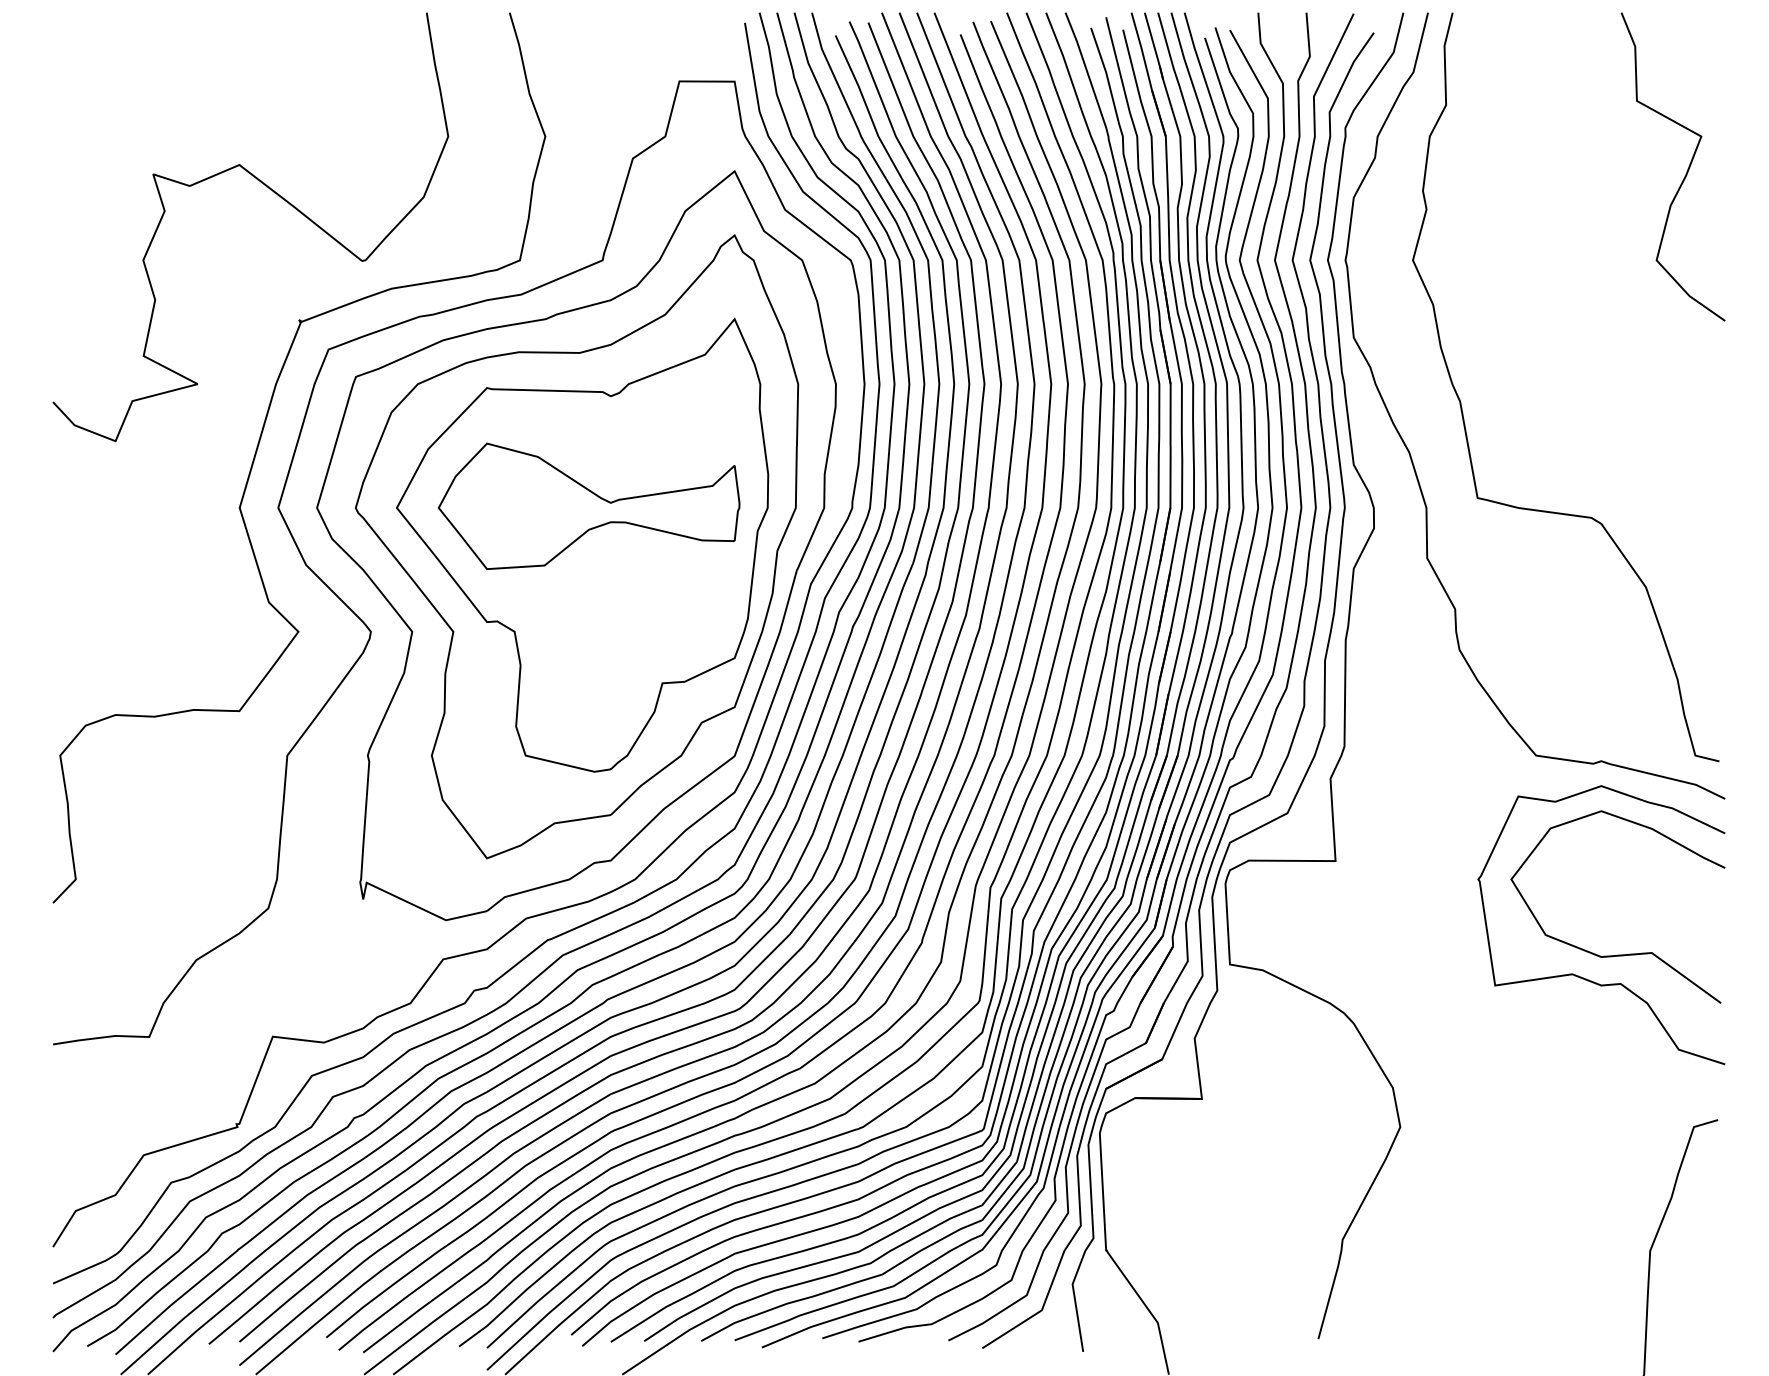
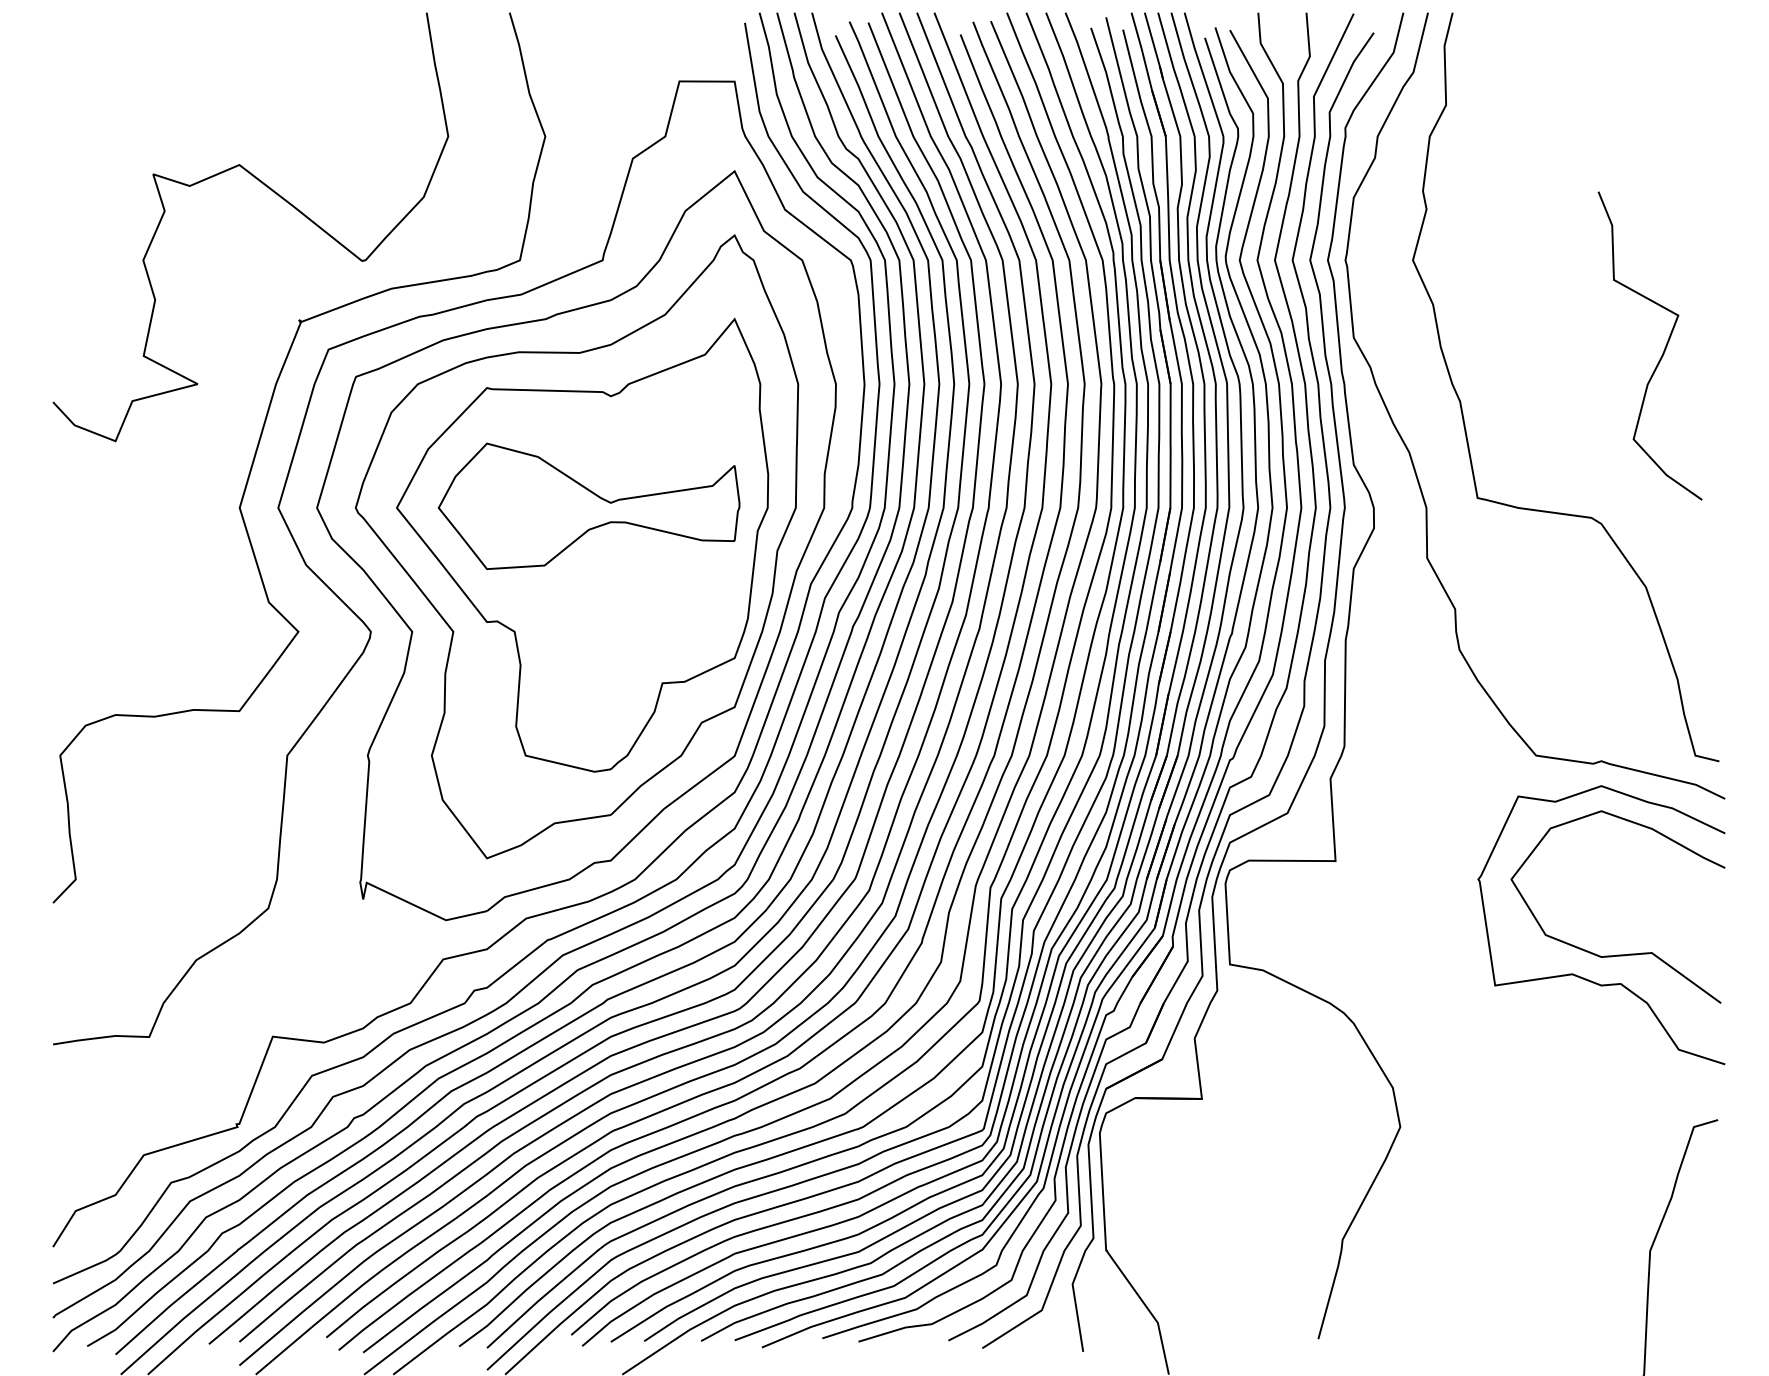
curve at (1686, 171) position: (1686, 171) -> (1663, 350)
